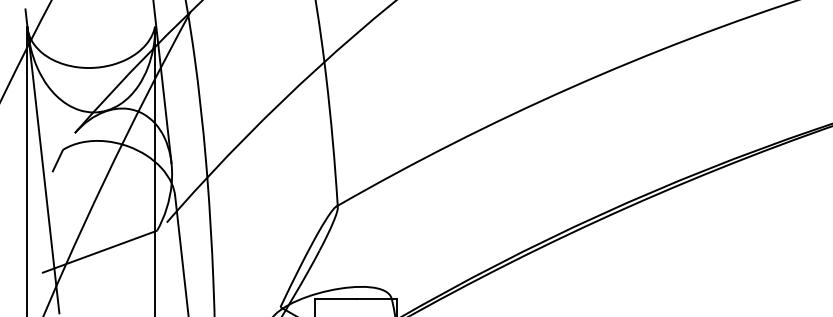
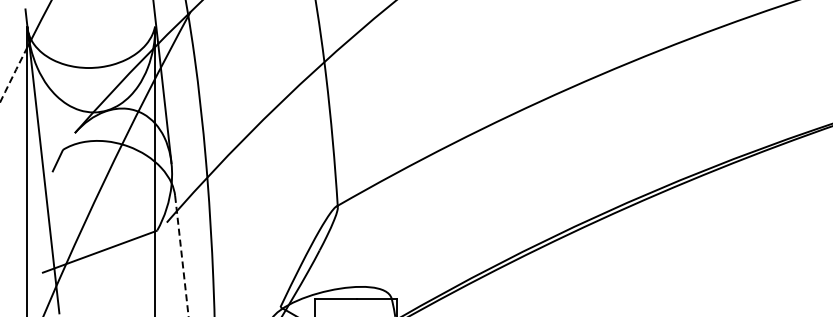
arc at (13, 75): solid -> dashed
line at (181, 256): solid -> dashed
